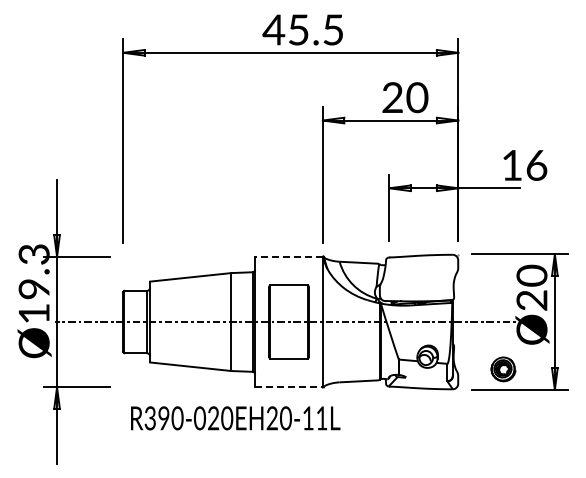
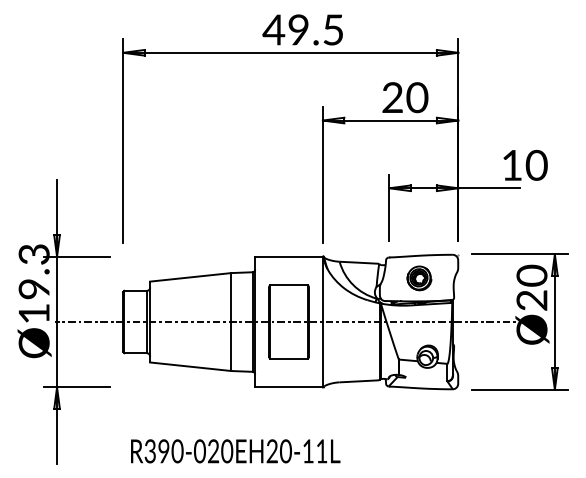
text at (298, 29): 45.5 -> 49.5
text at (536, 164): 16 -> 10
line at (289, 256): dashed -> solid
part at (503, 369) position: (503, 369) -> (419, 278)
line at (289, 387): dashed -> solid
text at (235, 418) position: (235, 418) -> (235, 451)
